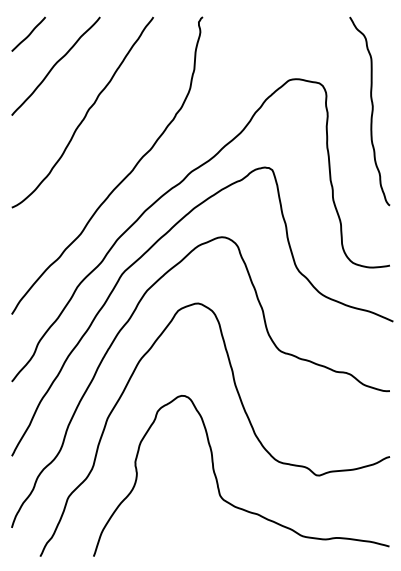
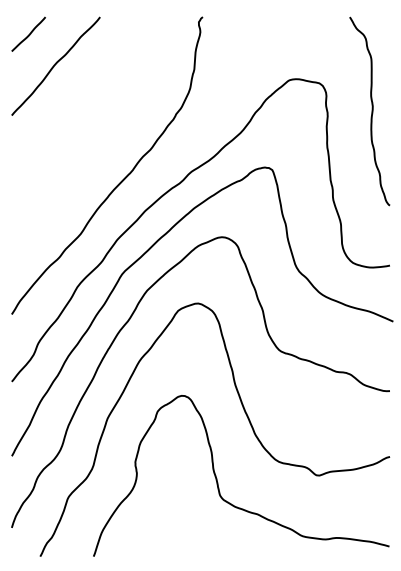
curve at (85, 113): present -> none
